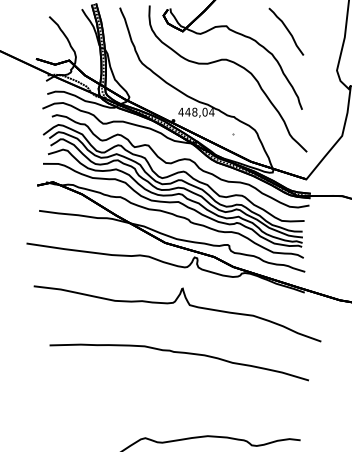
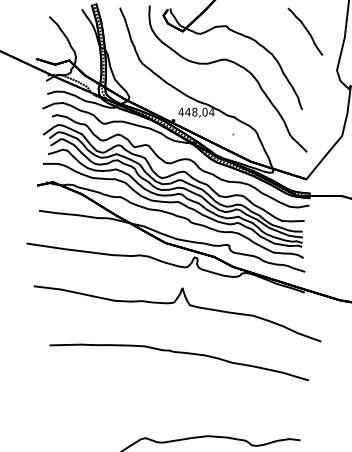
curve at (287, 31) position: (287, 31) -> (306, 31)
